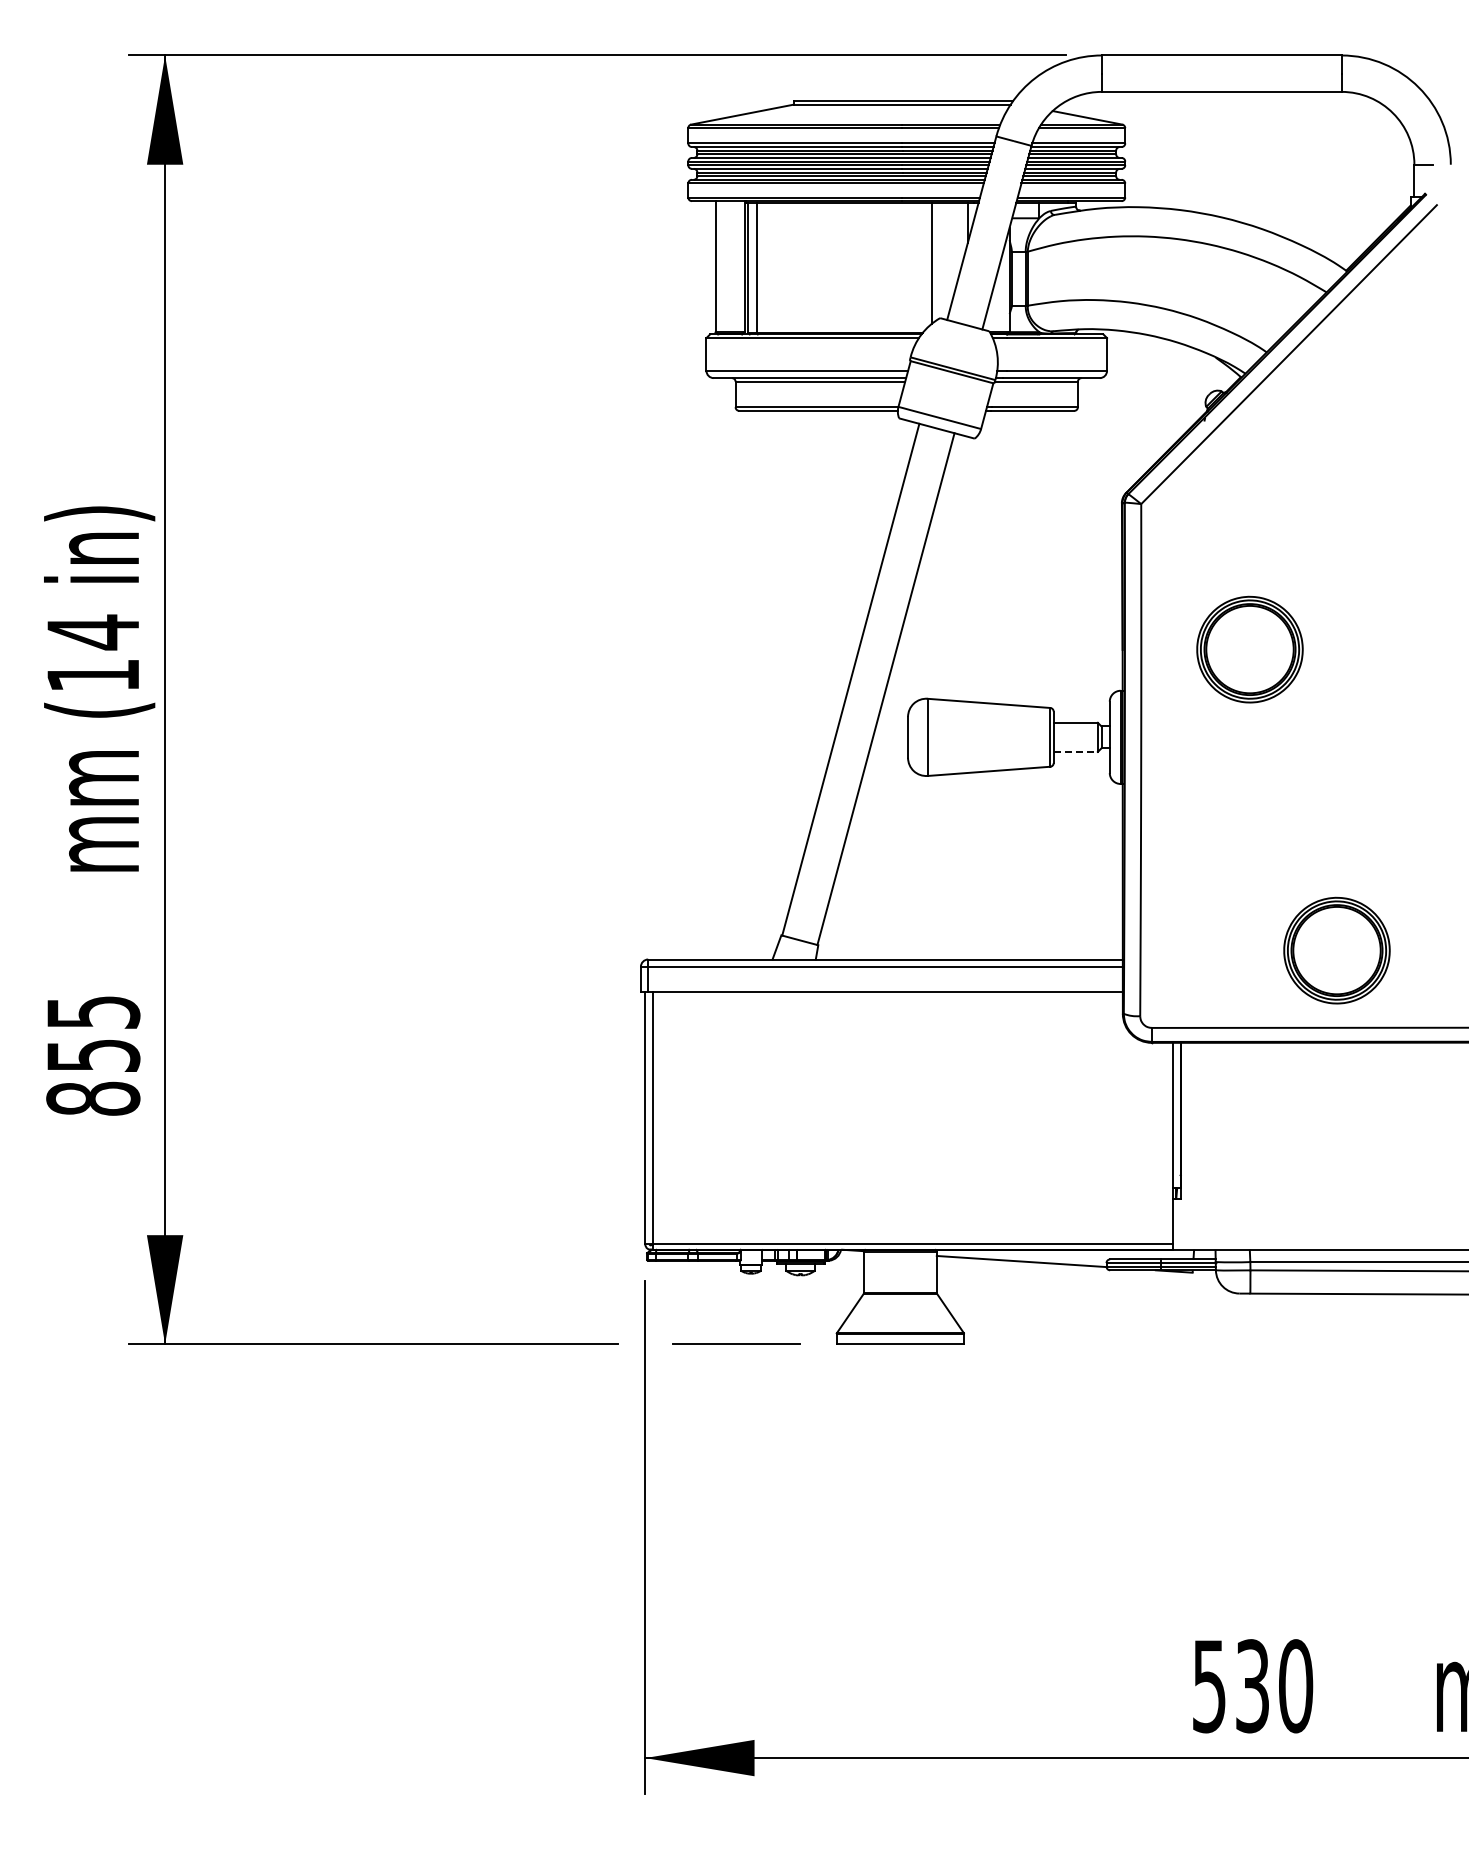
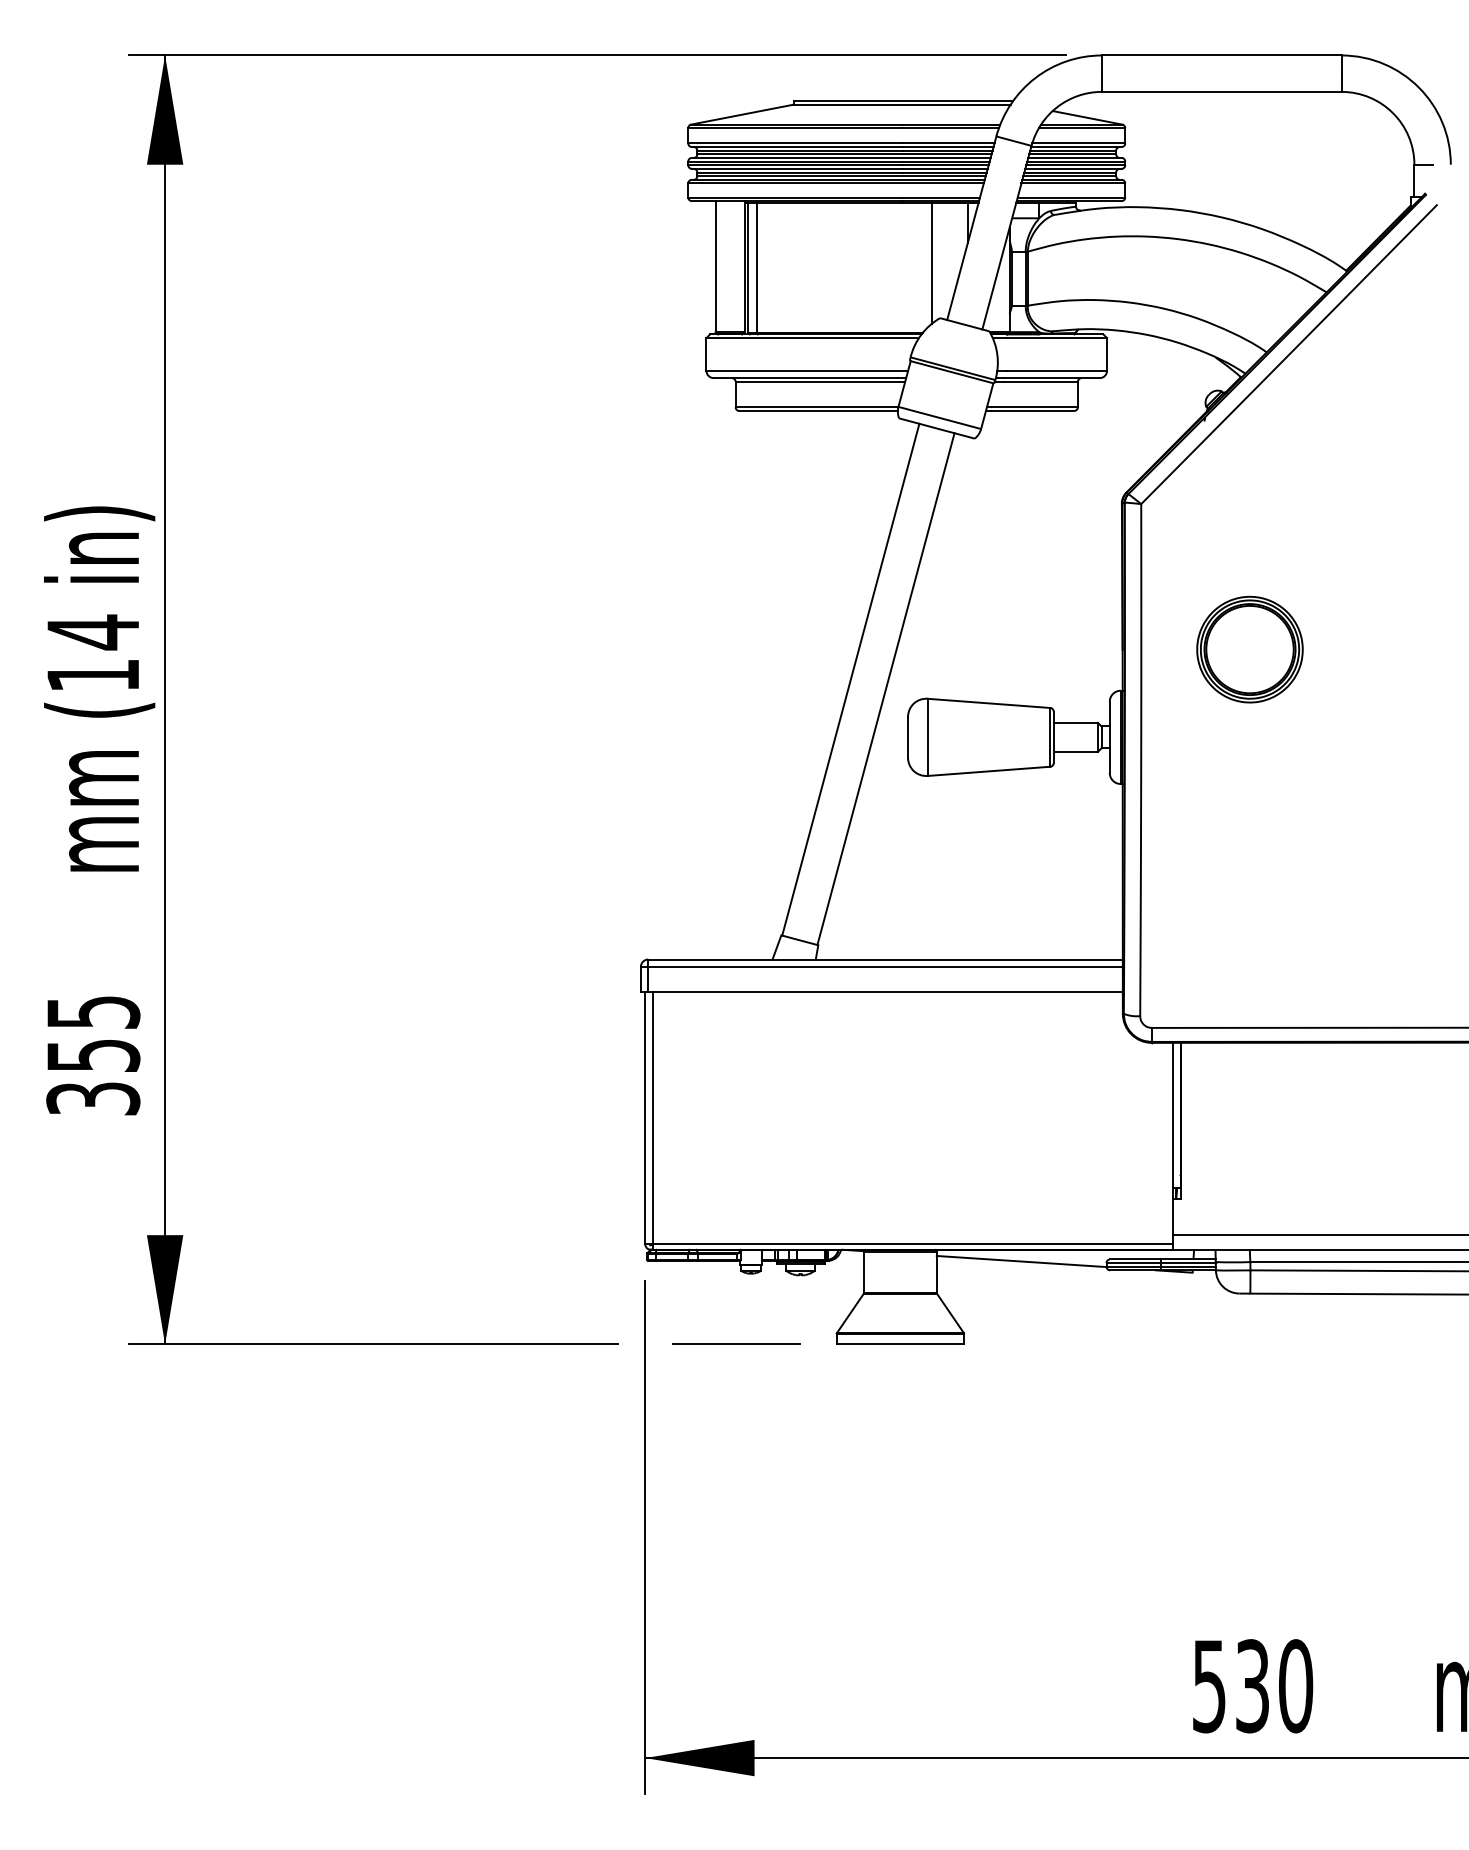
line at (1076, 751): dashed -> solid
part at (1336, 950): present -> none
text at (93, 1098): 855 -> 355
line at (1319, 1235): none -> present
